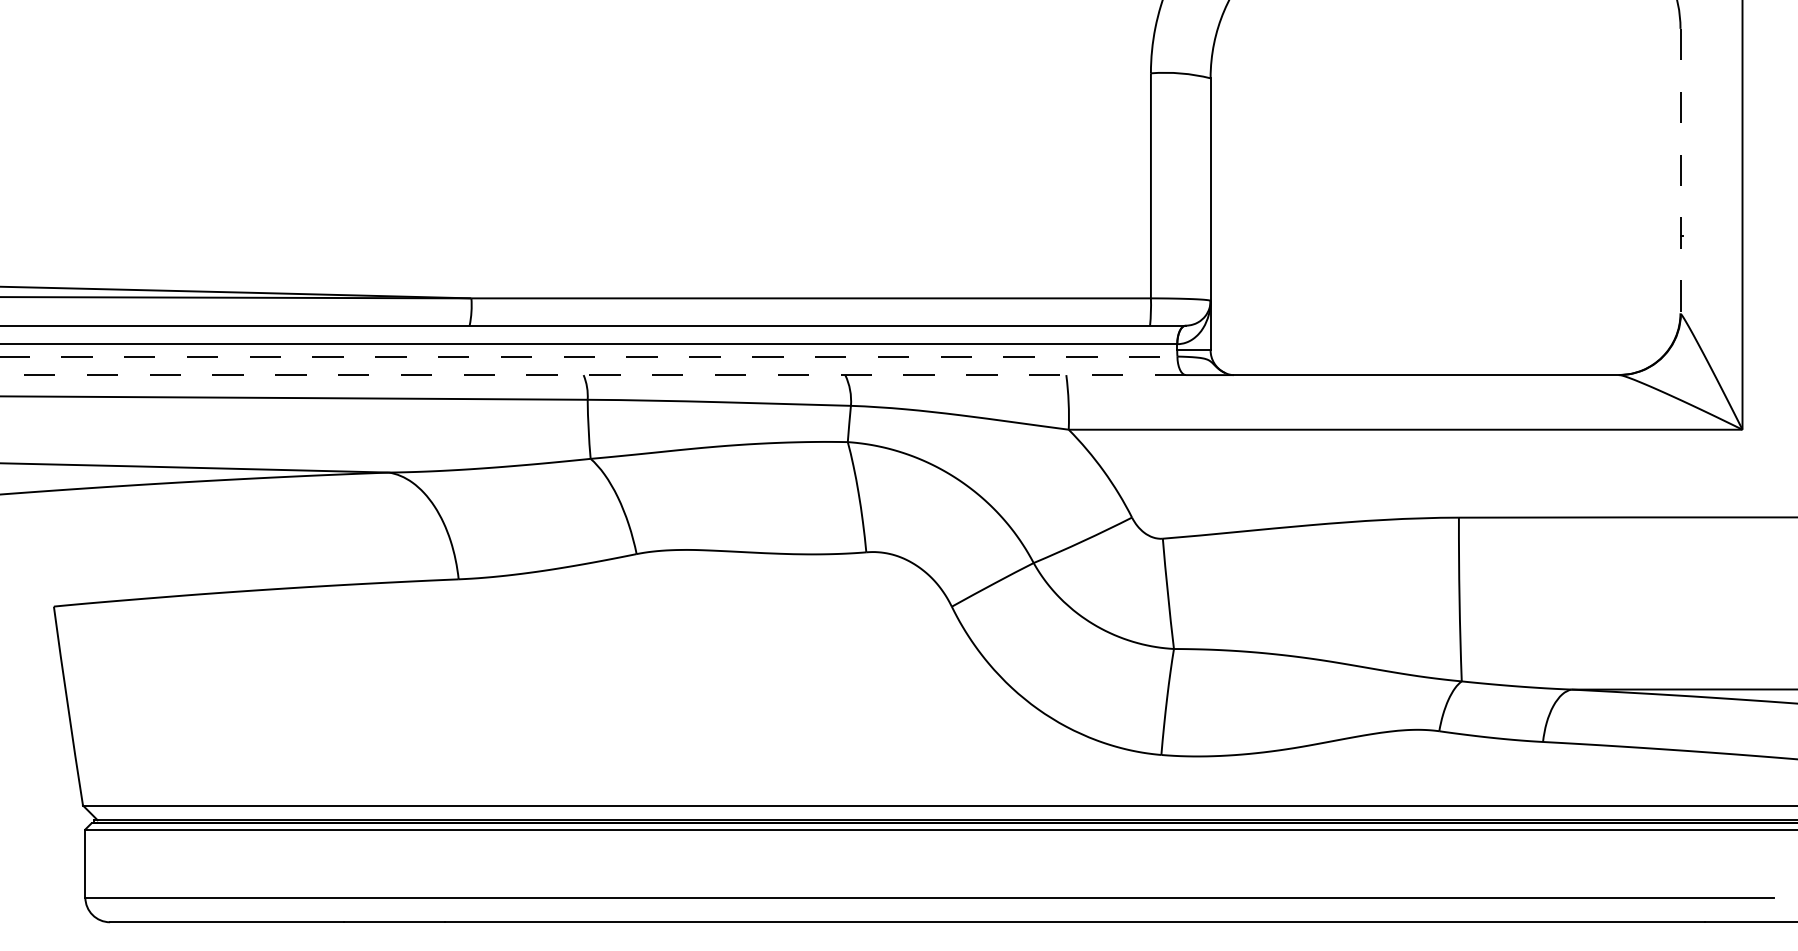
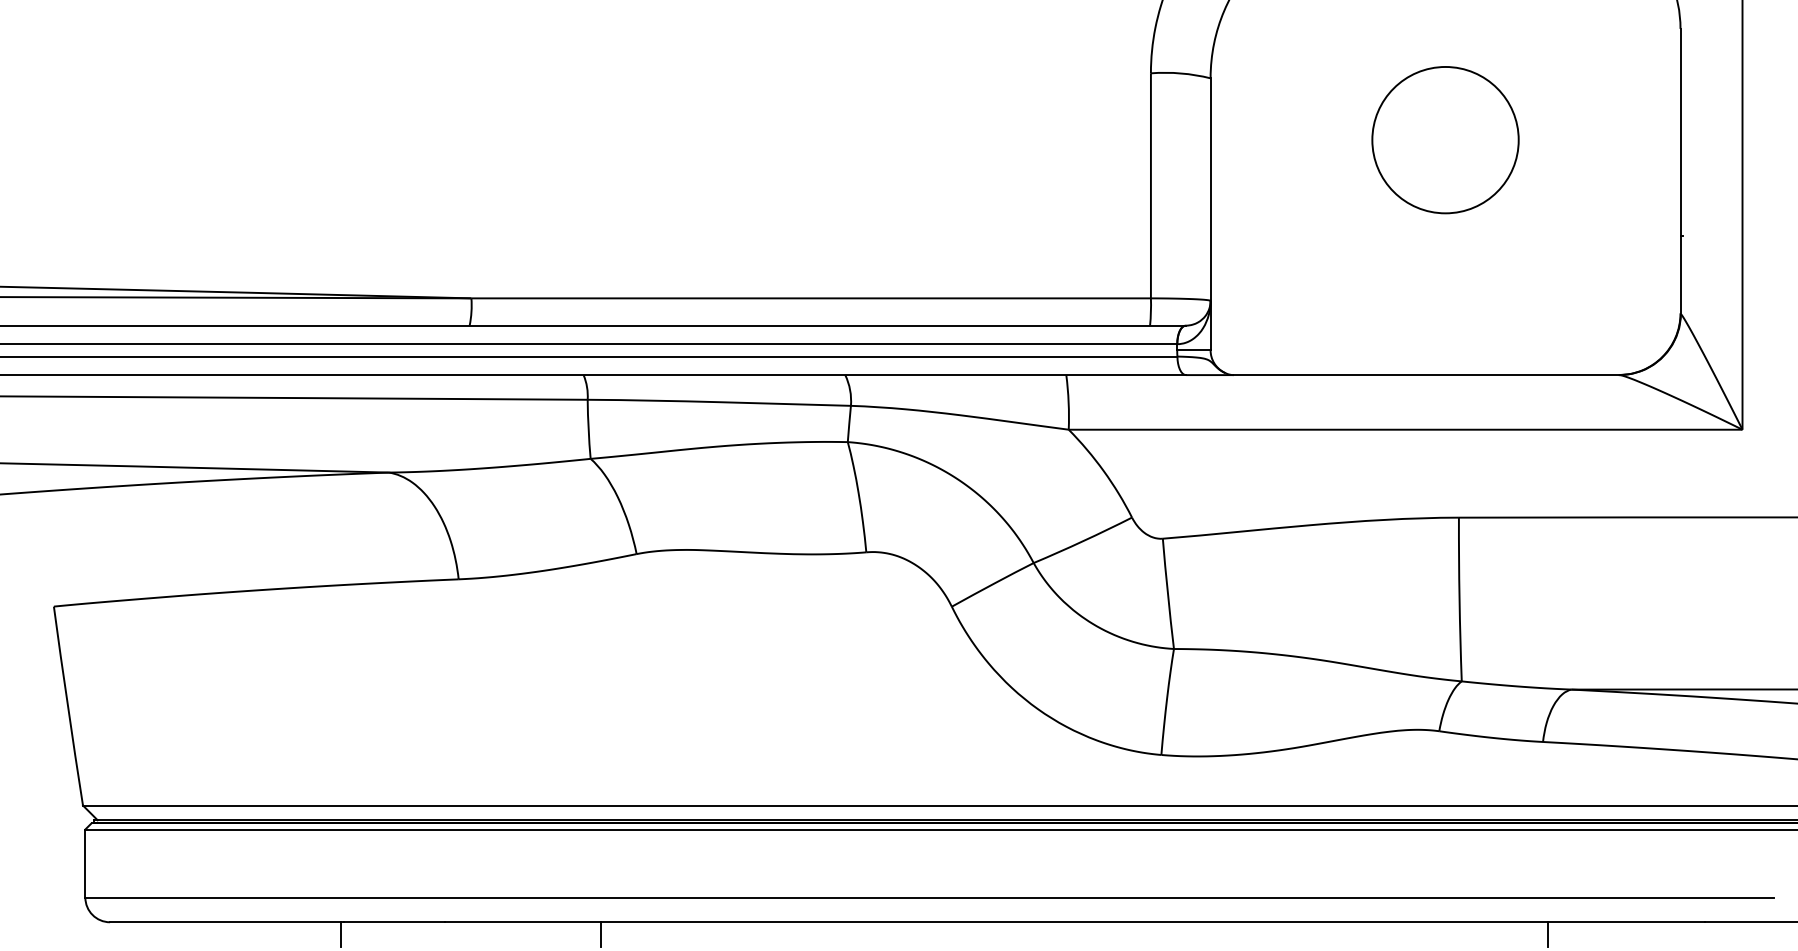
circle at (1445, 140): none -> present
line at (1680, 171): dashed -> solid
line at (589, 356): dashed -> solid
line at (593, 375): dashed -> solid
line at (341, 934): none -> present
line at (601, 934): none -> present
line at (1548, 934): none -> present
